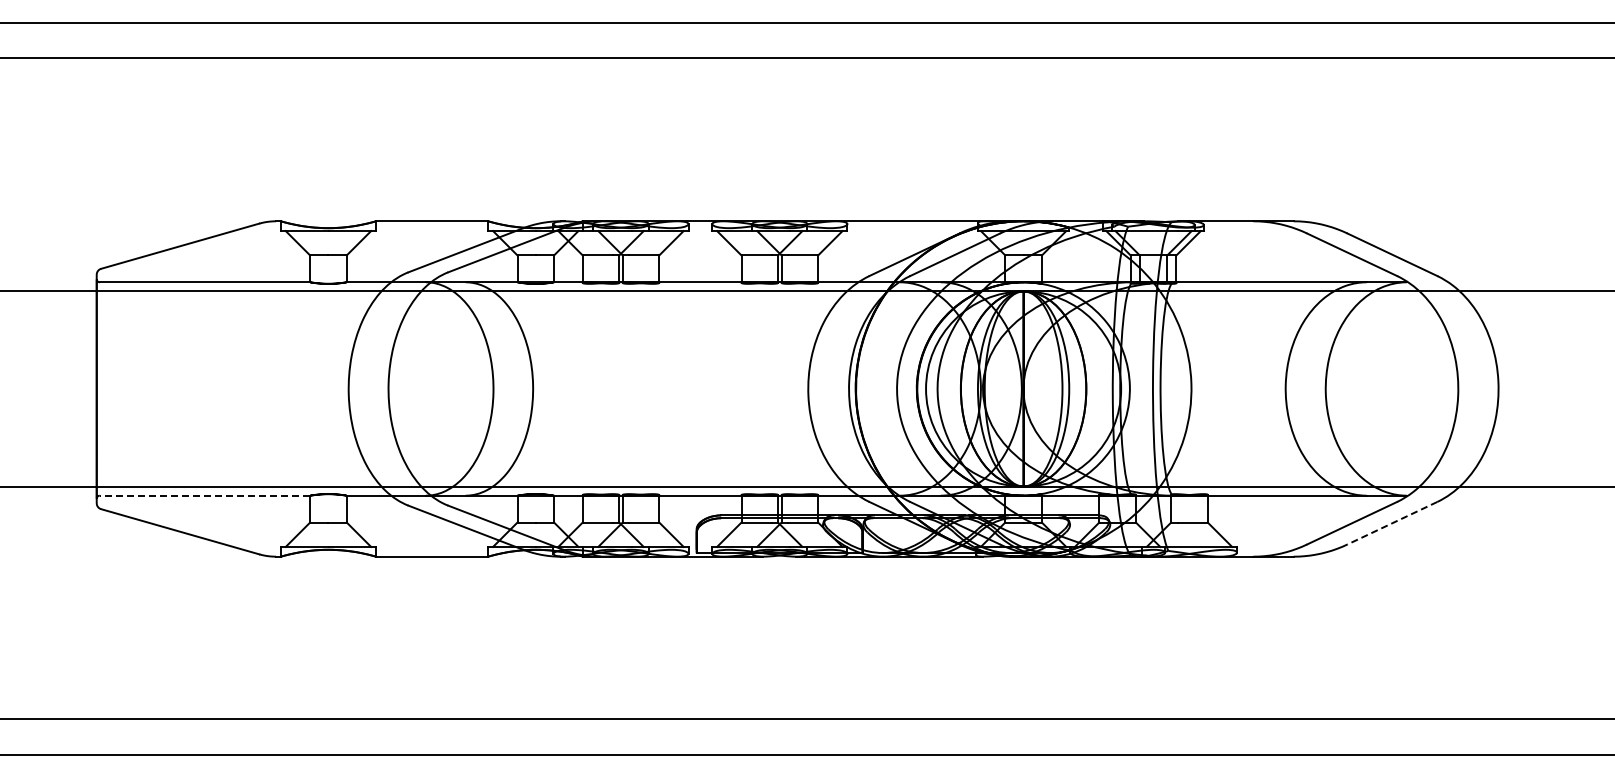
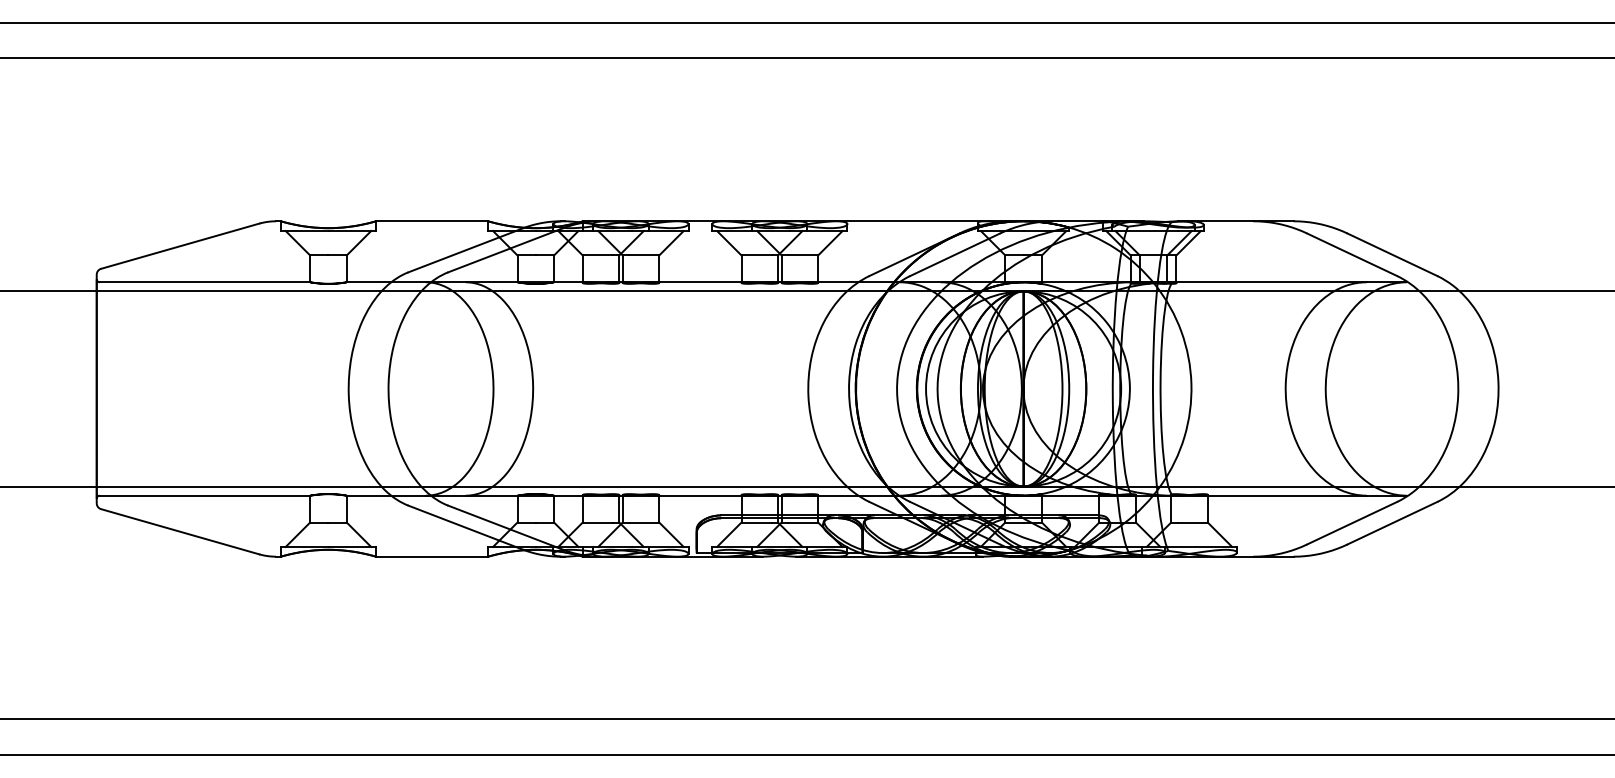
line at (204, 495): dashed -> solid
line at (1392, 523): dashed -> solid
